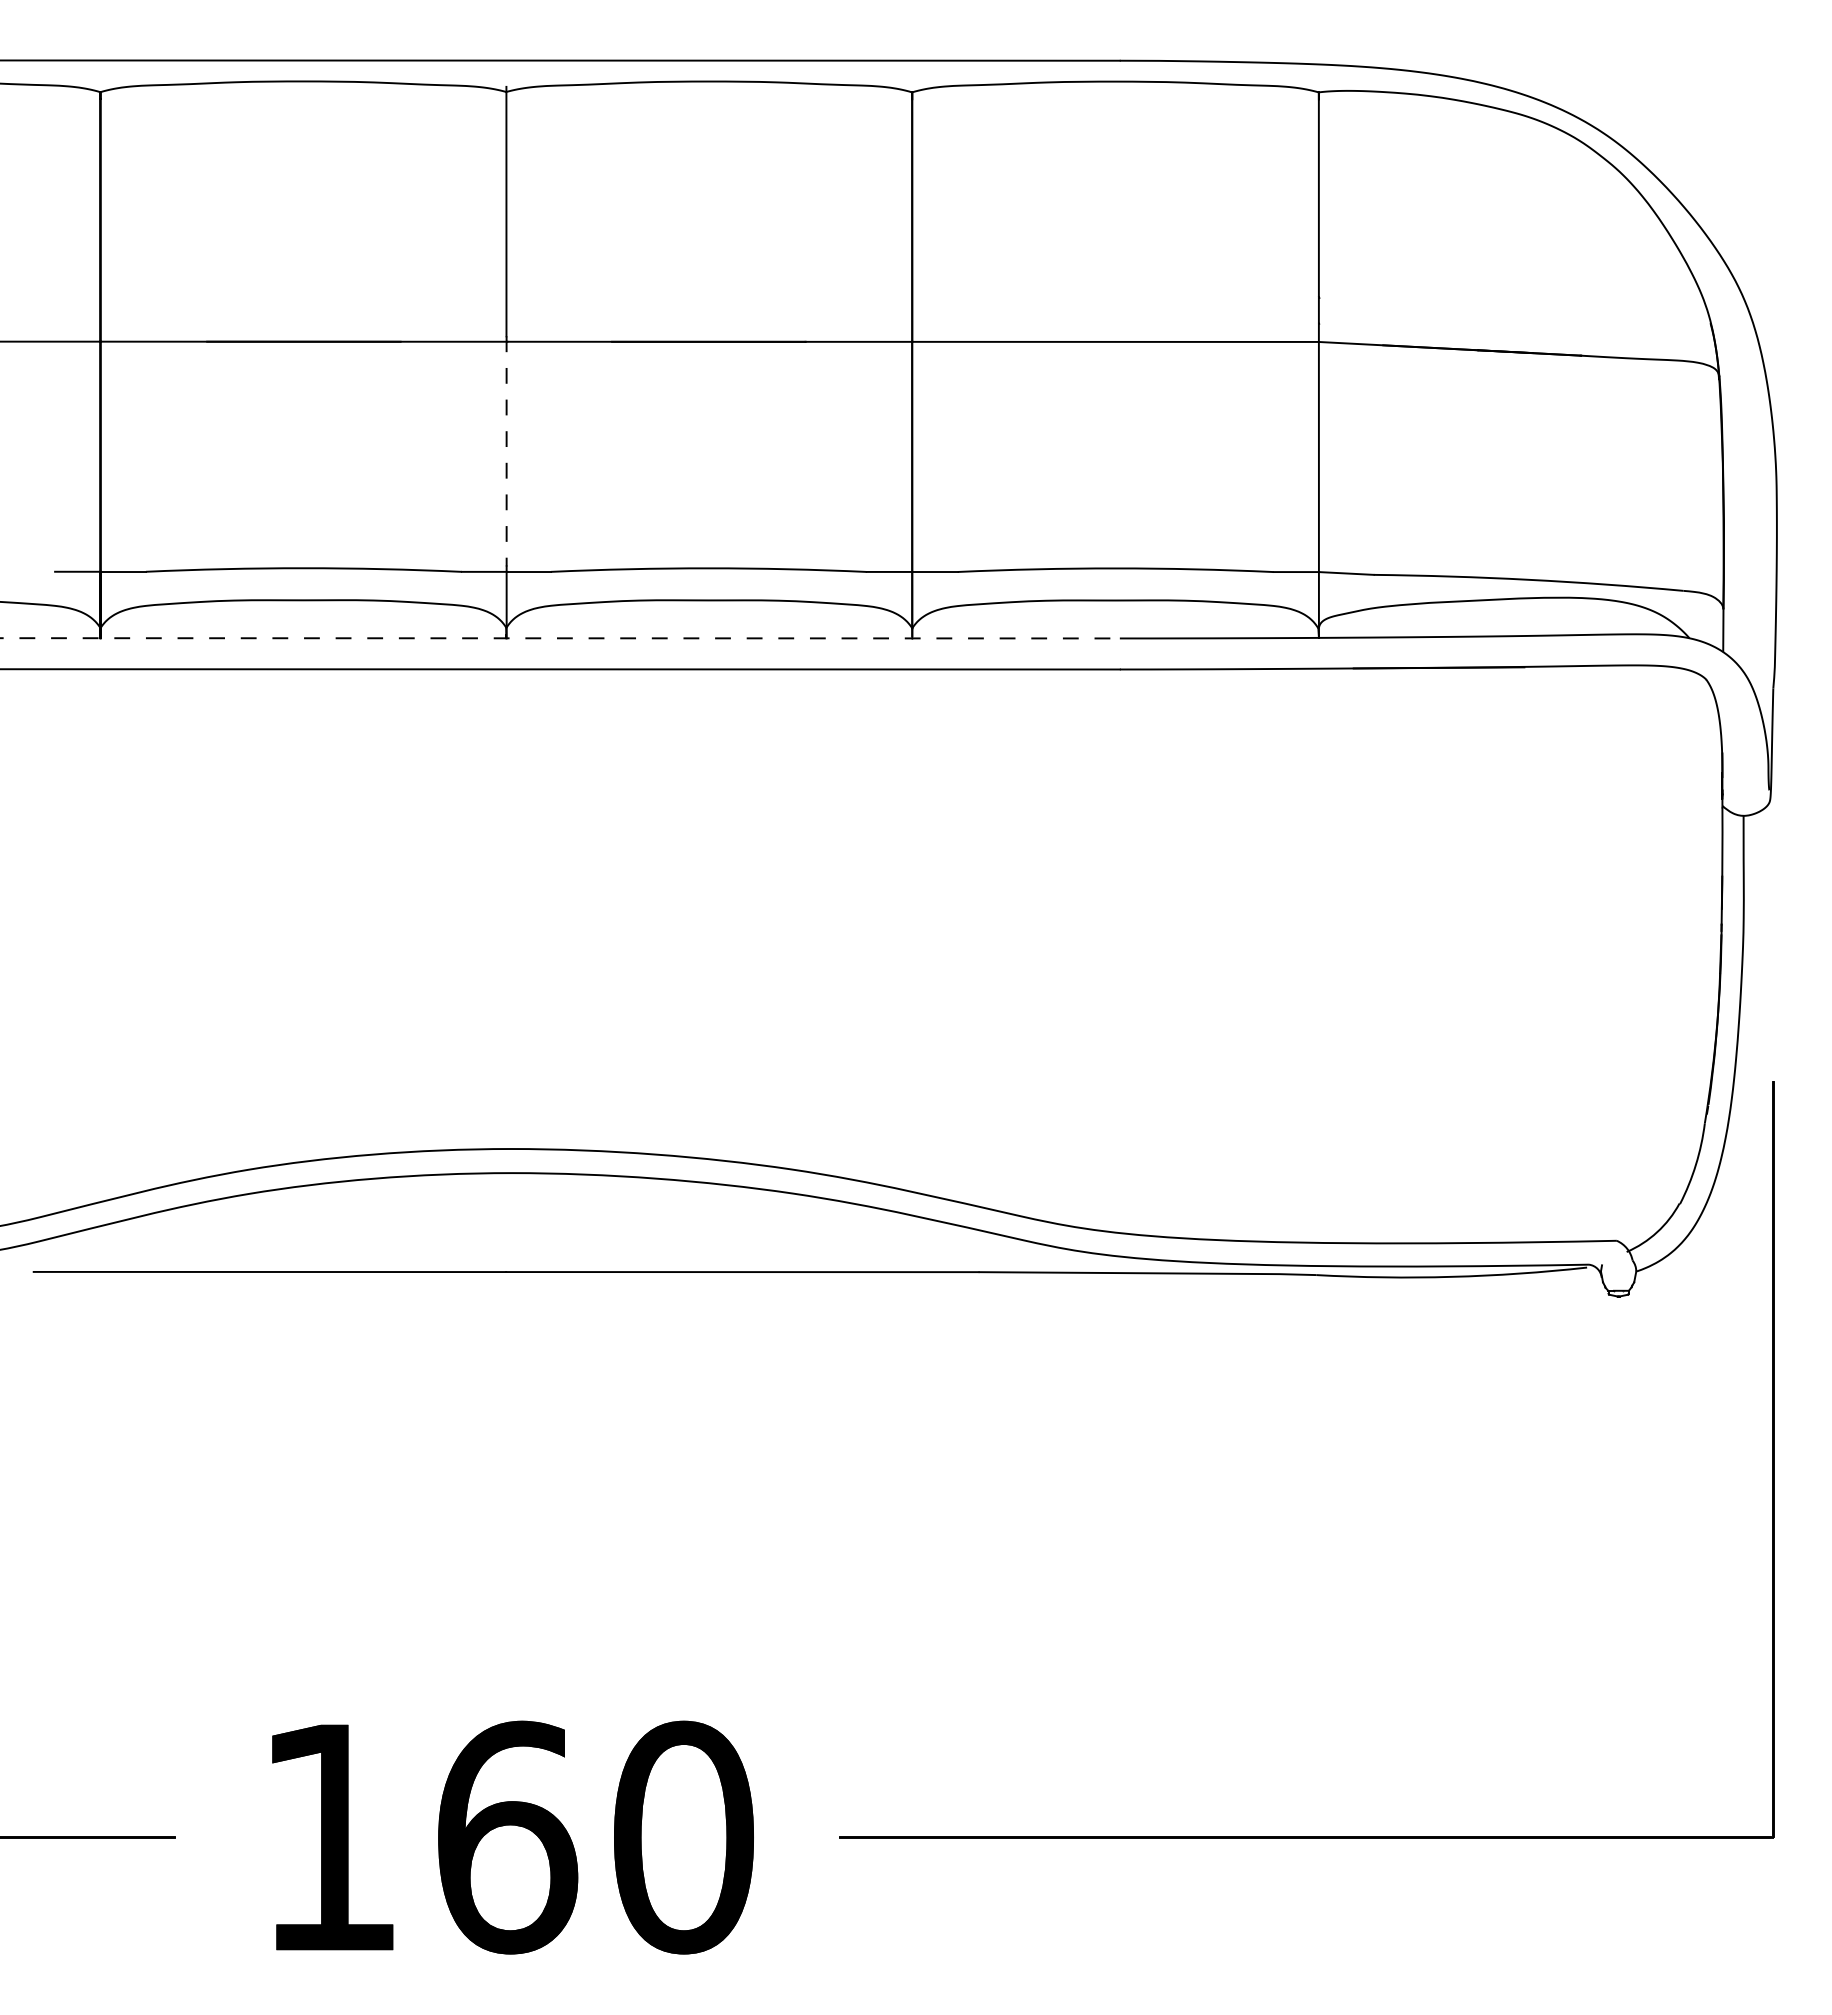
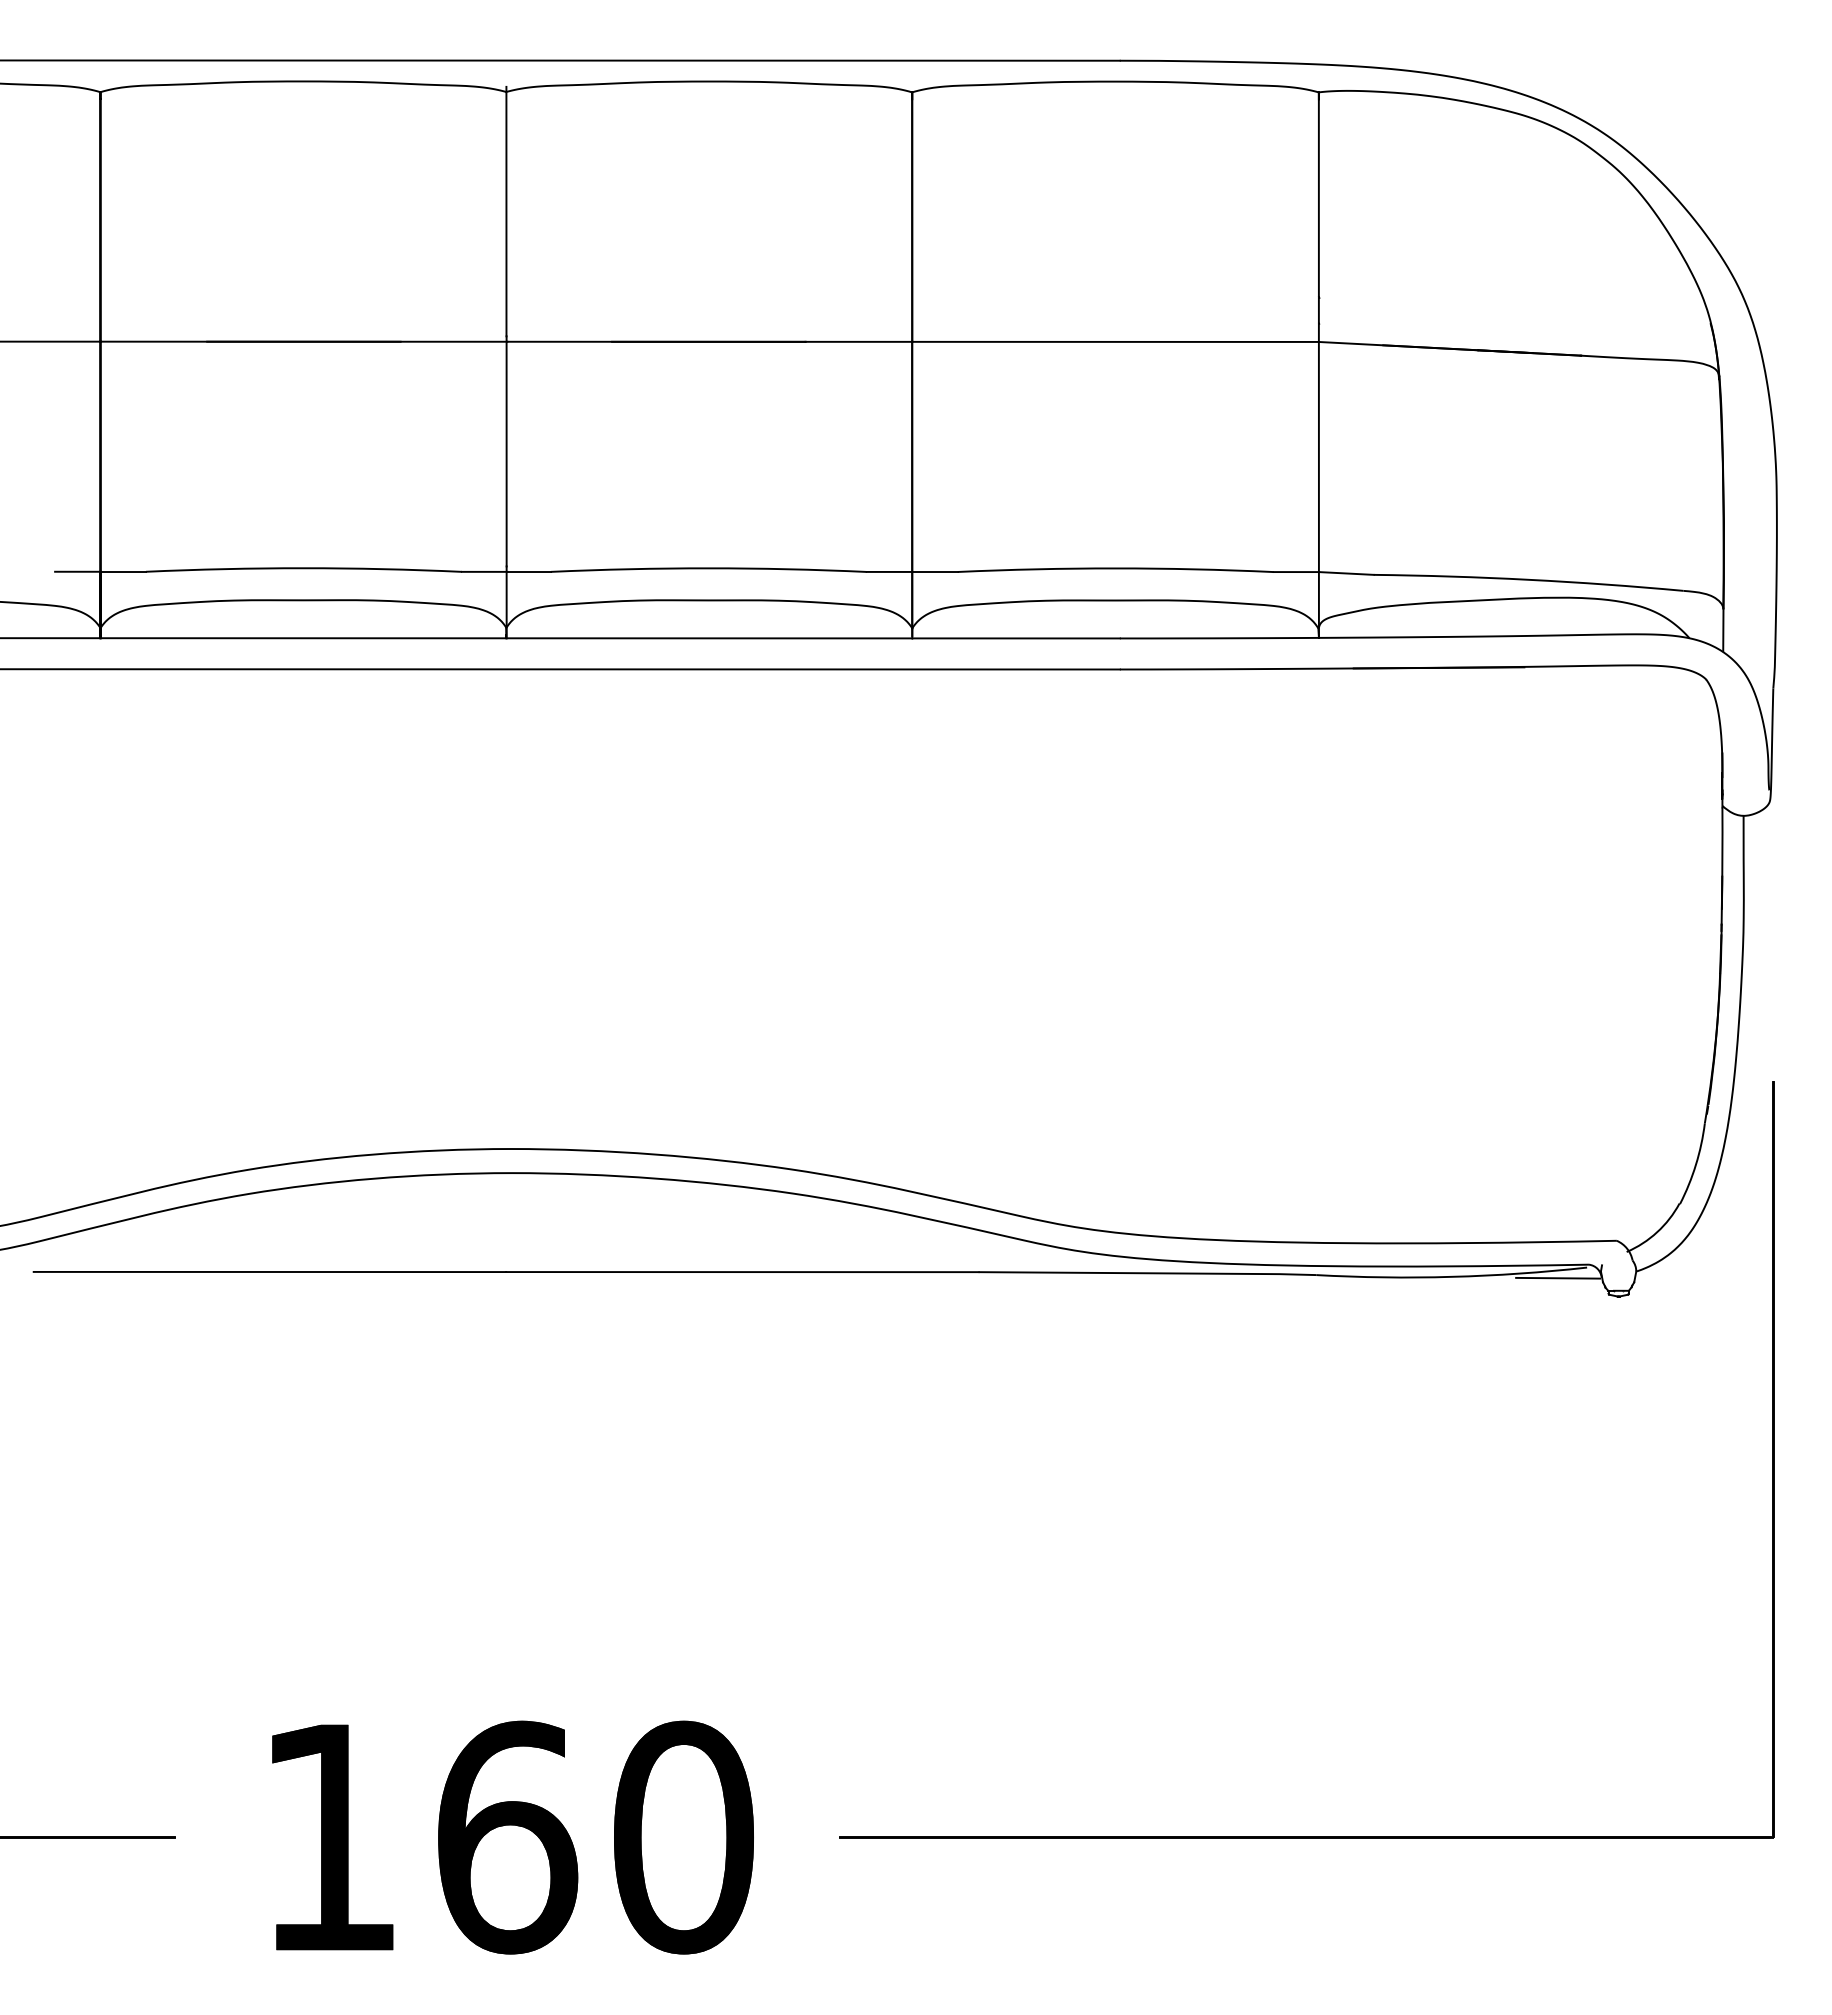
line at (506, 451): dashed -> solid
line at (560, 638): dashed -> solid
line at (1558, 1277): none -> present
